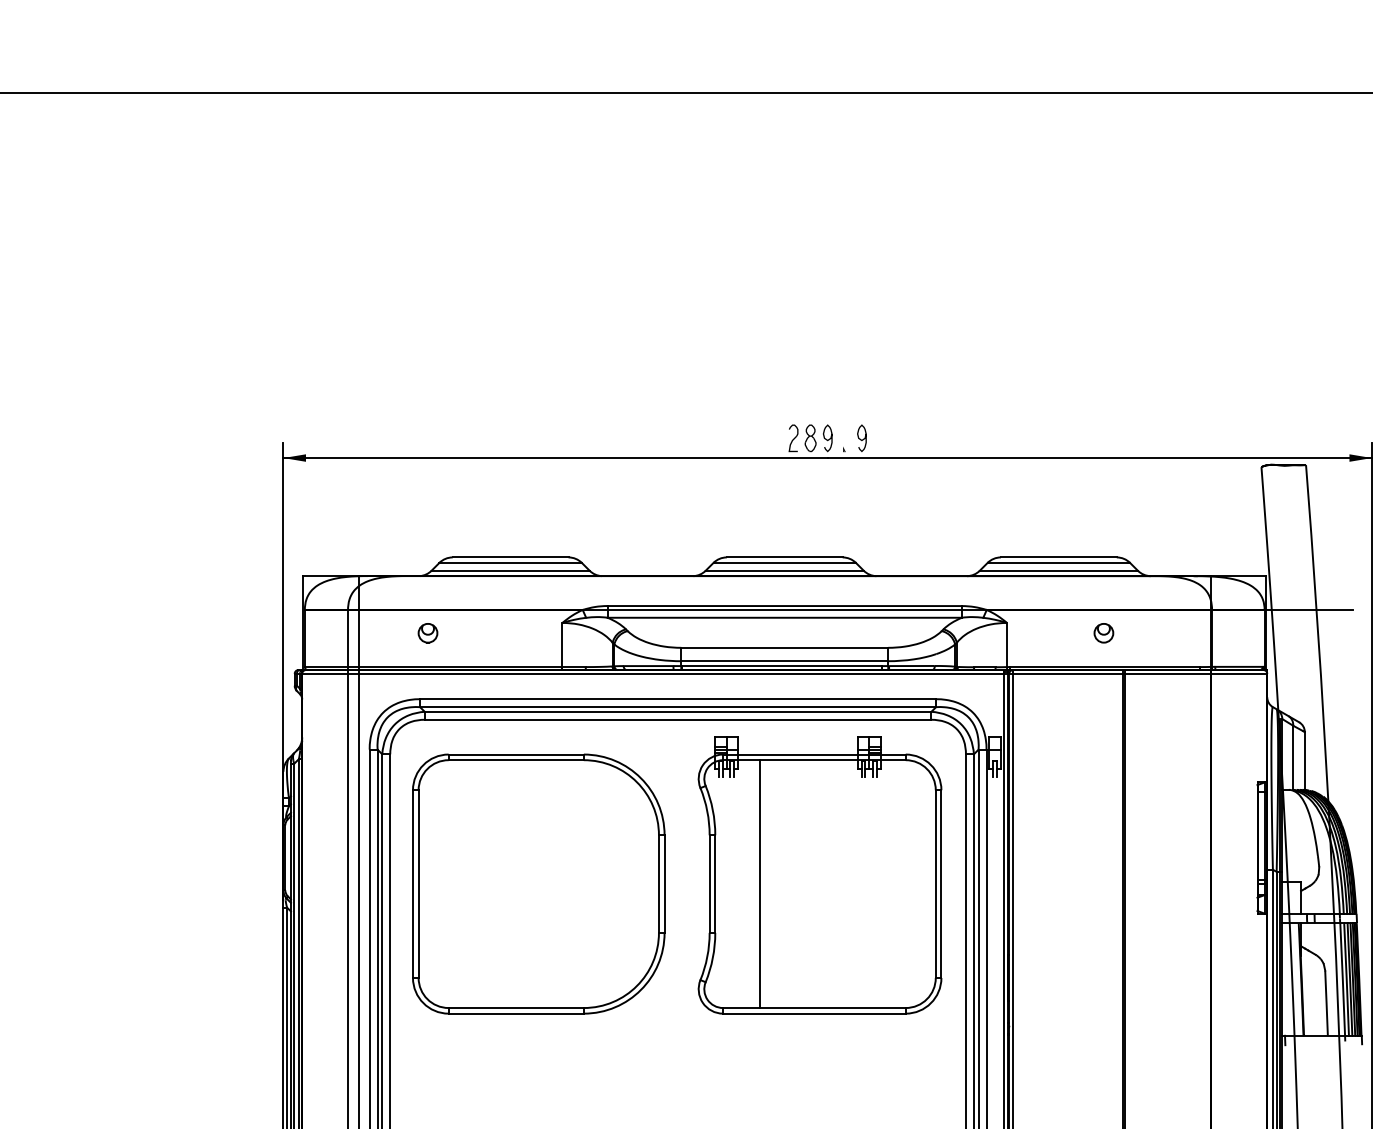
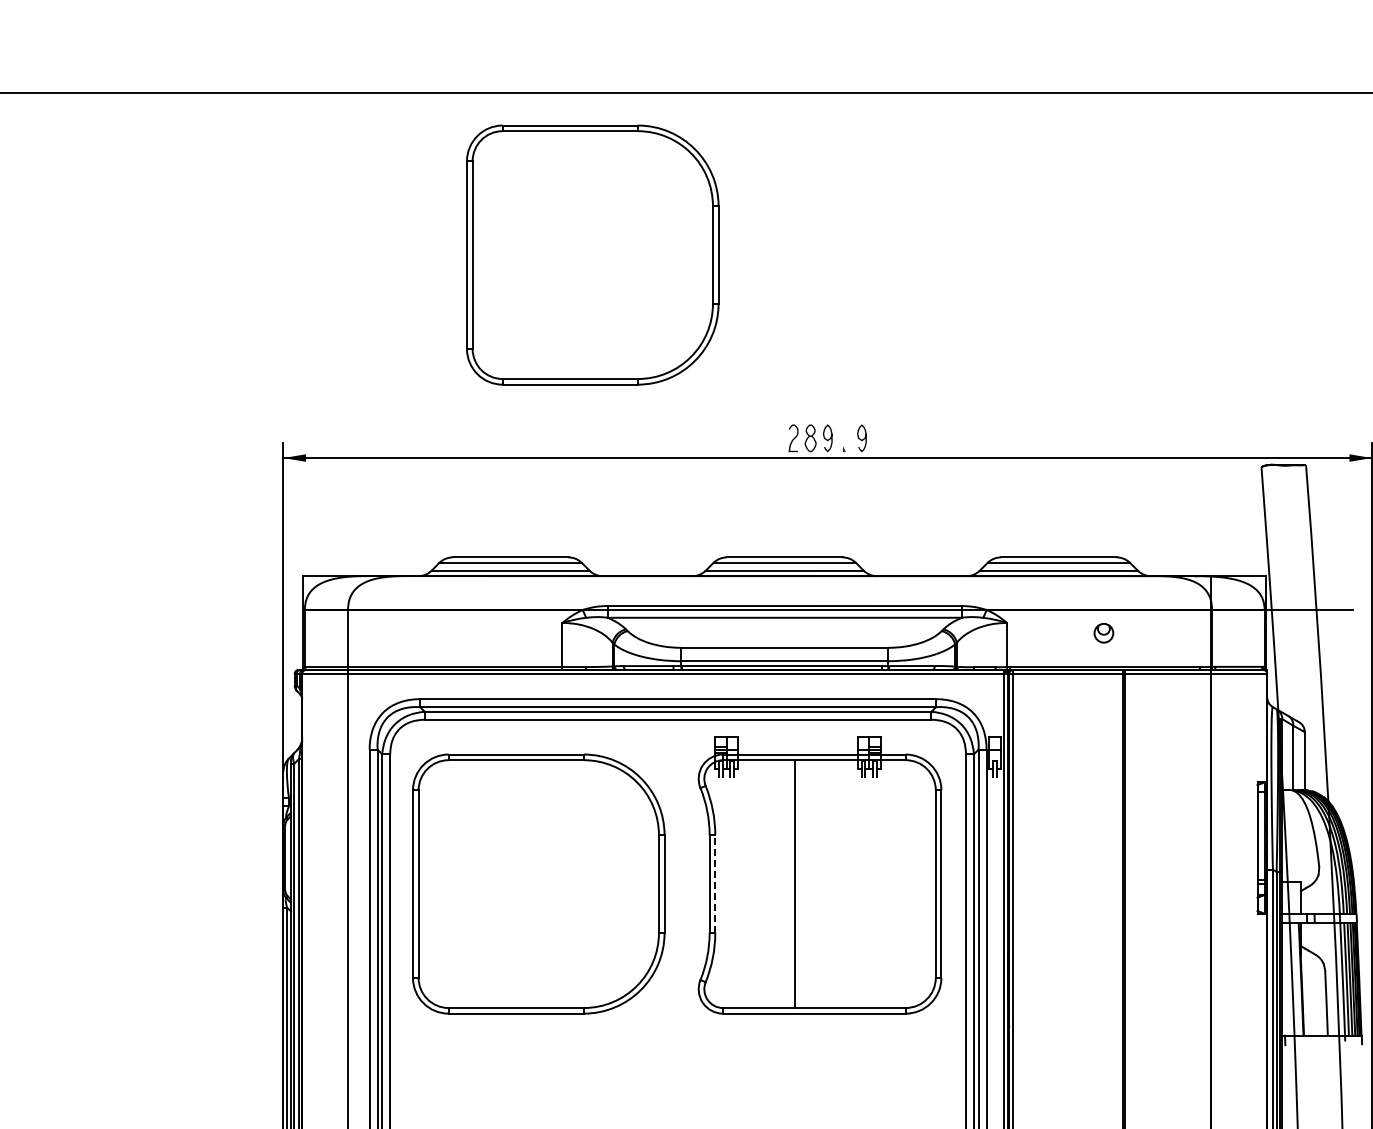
part at (592, 254): none -> present
part at (427, 633): present -> none
line at (358, 850): present -> none
line at (715, 884): solid -> dashed
line at (759, 884) position: (759, 884) -> (794, 884)
